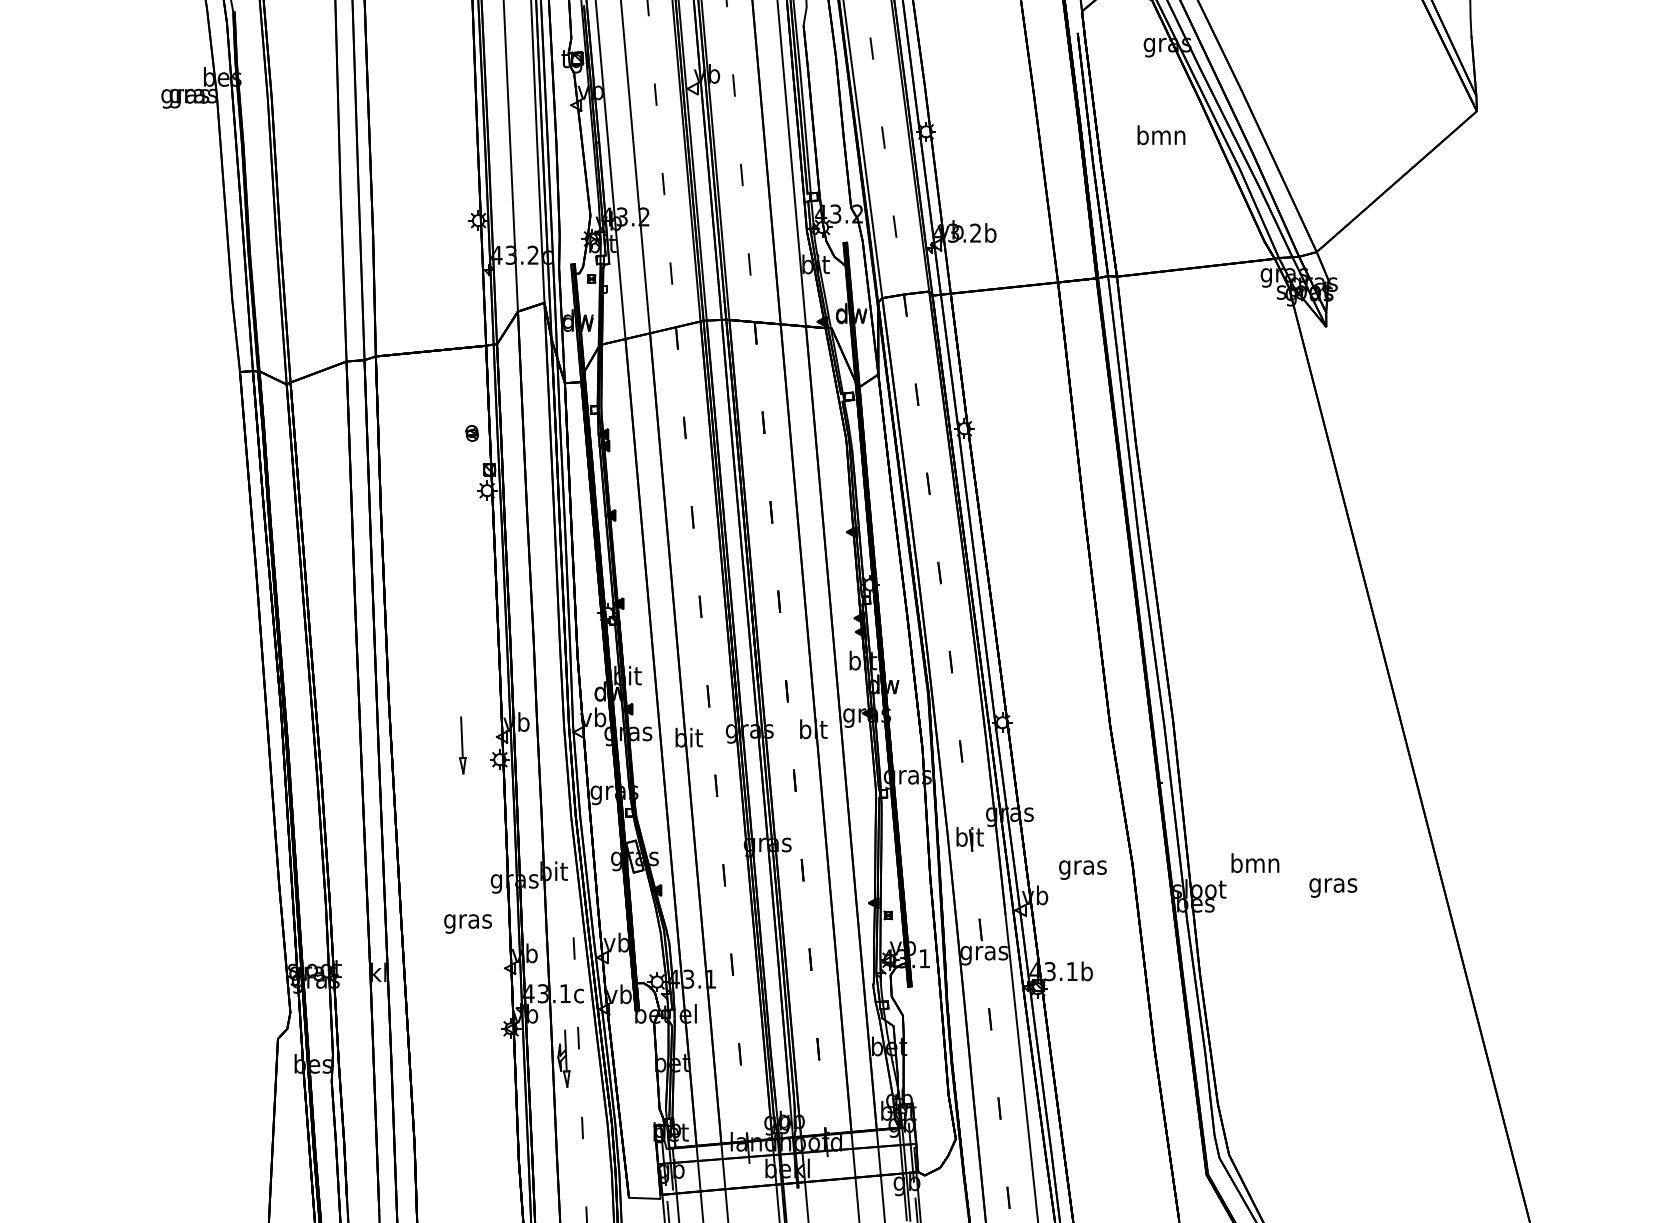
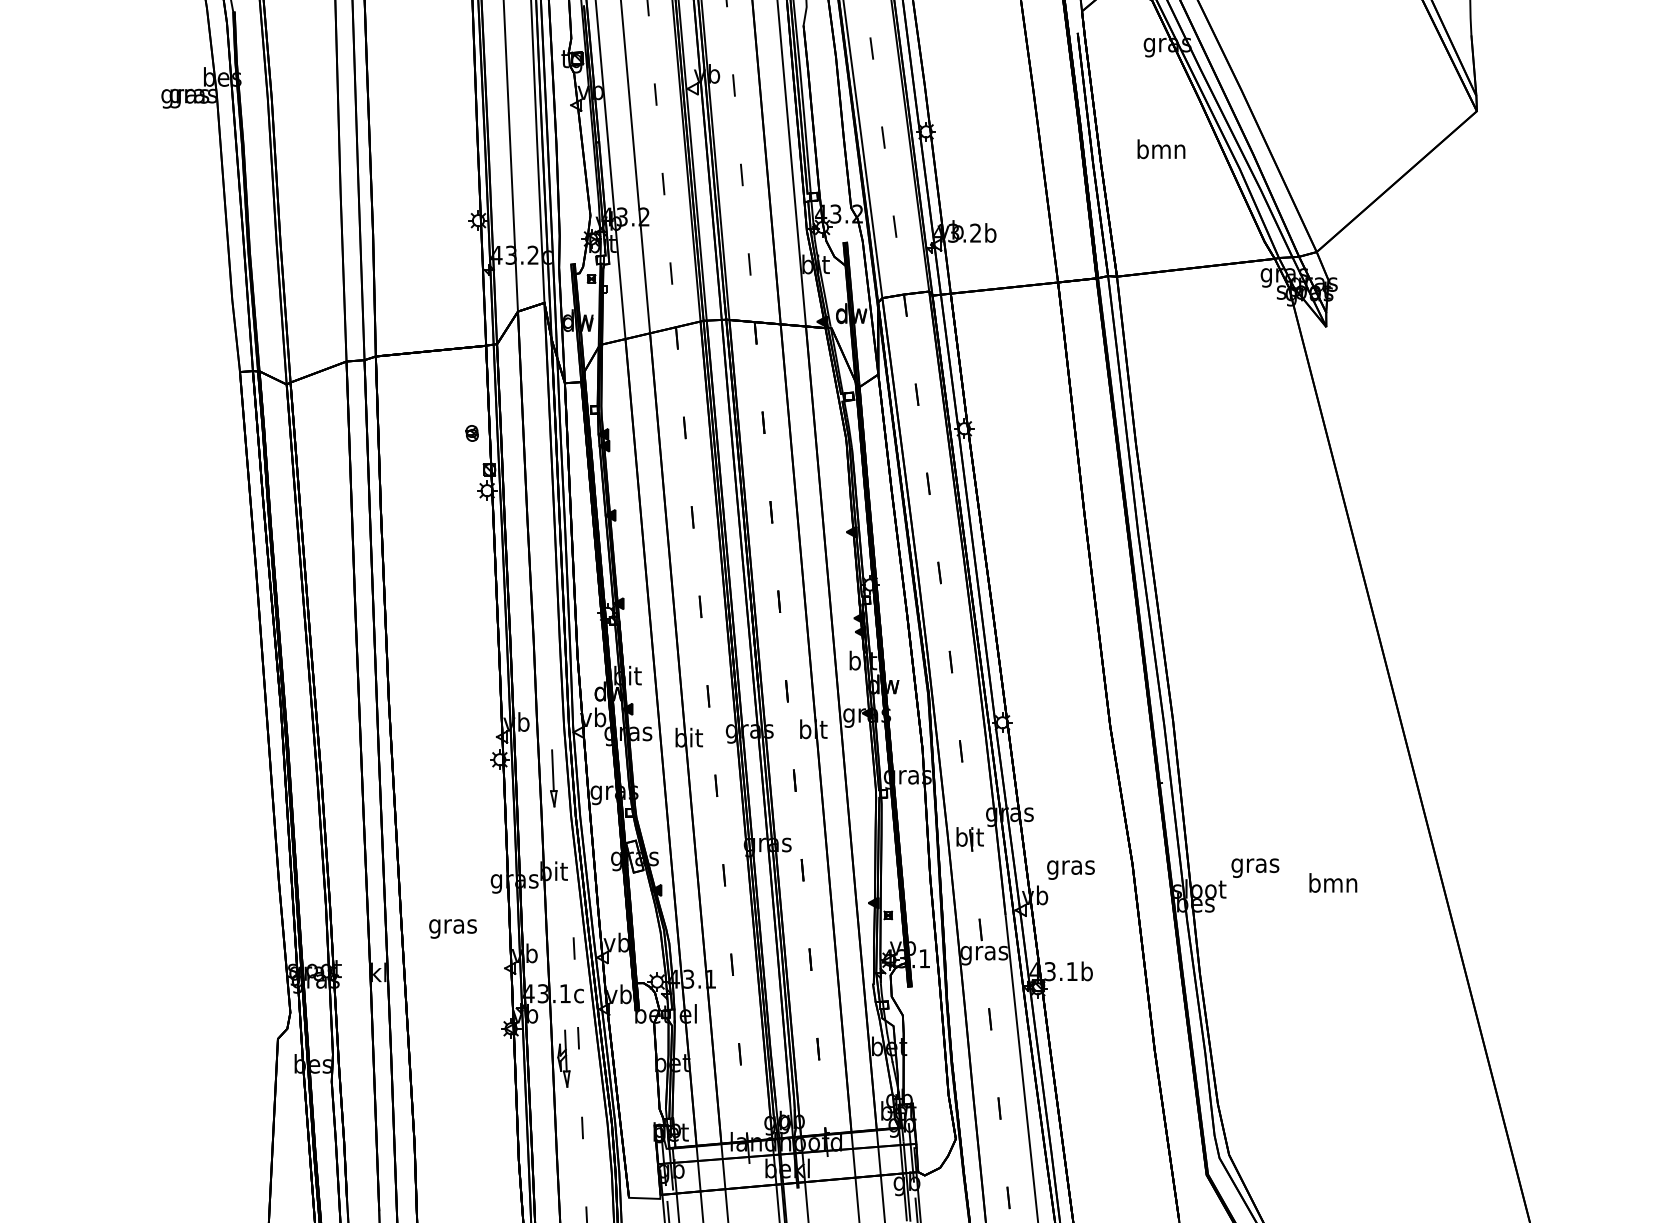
text at (1161, 135) position: (1161, 135) -> (1161, 149)
part at (462, 745) position: (462, 745) -> (553, 778)
text at (1255, 865): bmn -> gras
text at (1082, 869) position: (1082, 869) -> (1070, 869)
text at (1333, 885): gras -> bmn
text at (467, 923) position: (467, 923) -> (452, 928)
